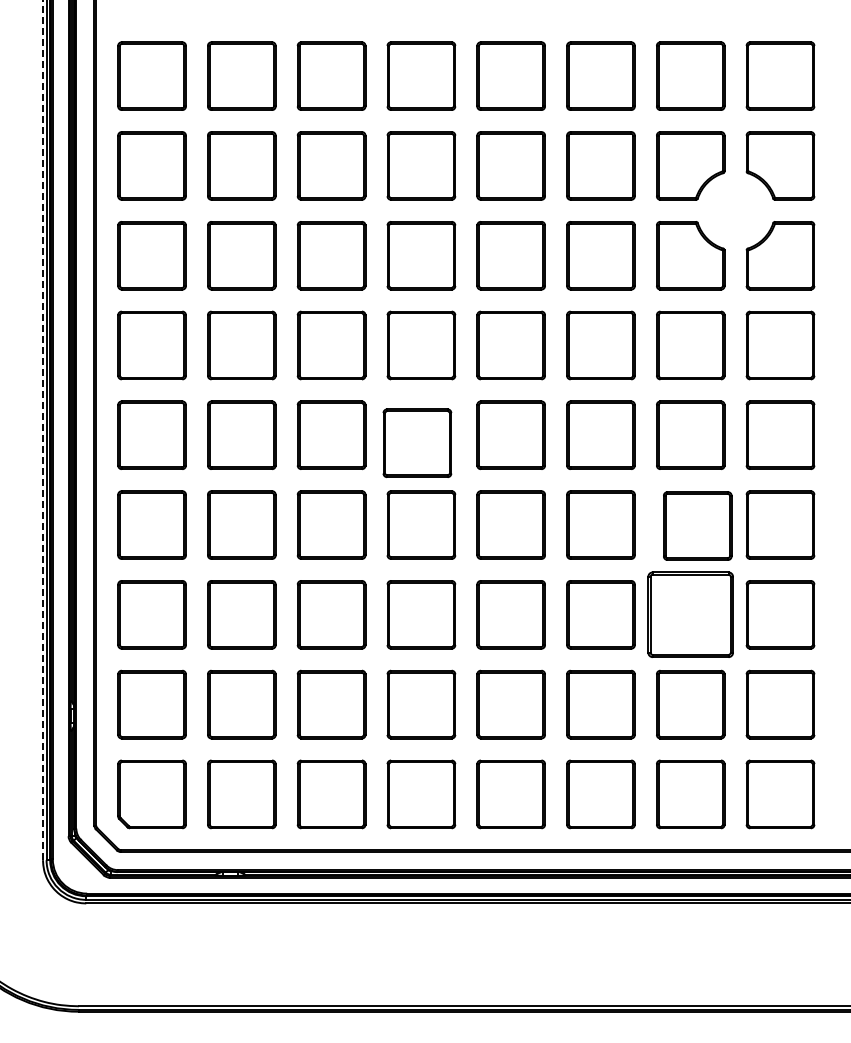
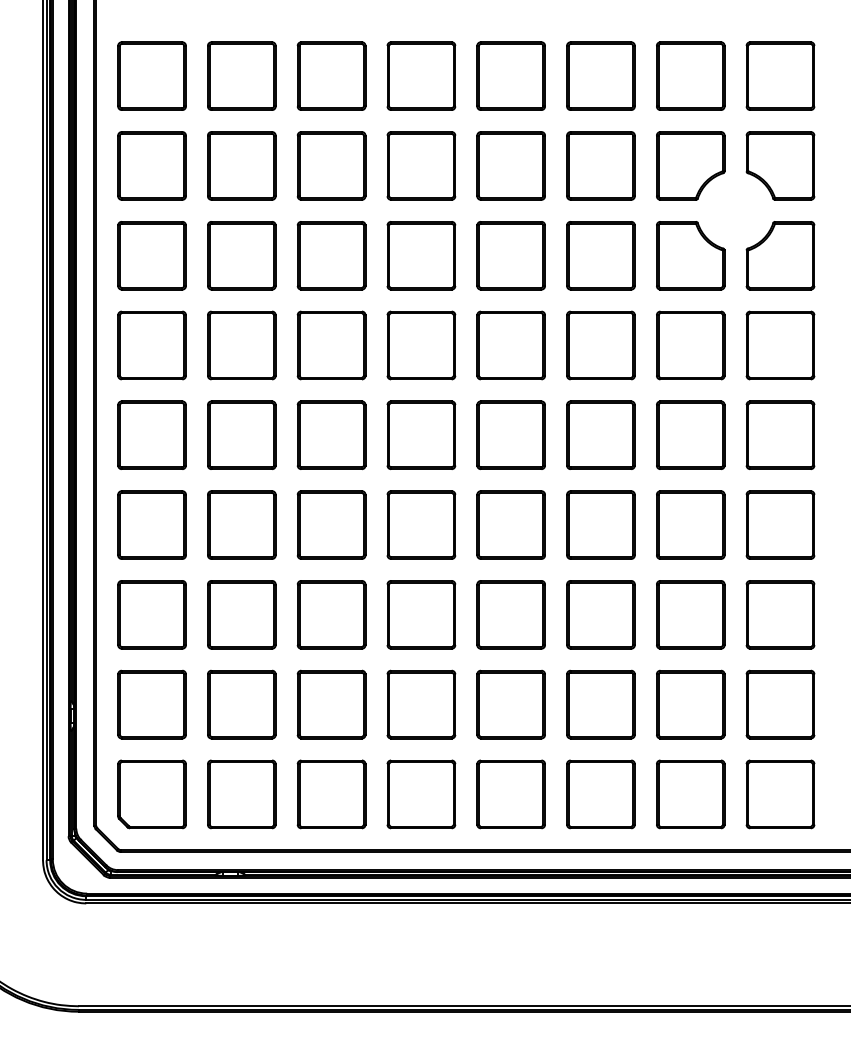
line at (42, 430): dashed -> solid
part at (417, 442) position: (417, 442) -> (421, 434)
part at (697, 525) position: (697, 525) -> (690, 524)
part at (690, 614) size: 87x87 px -> 70x70 px
